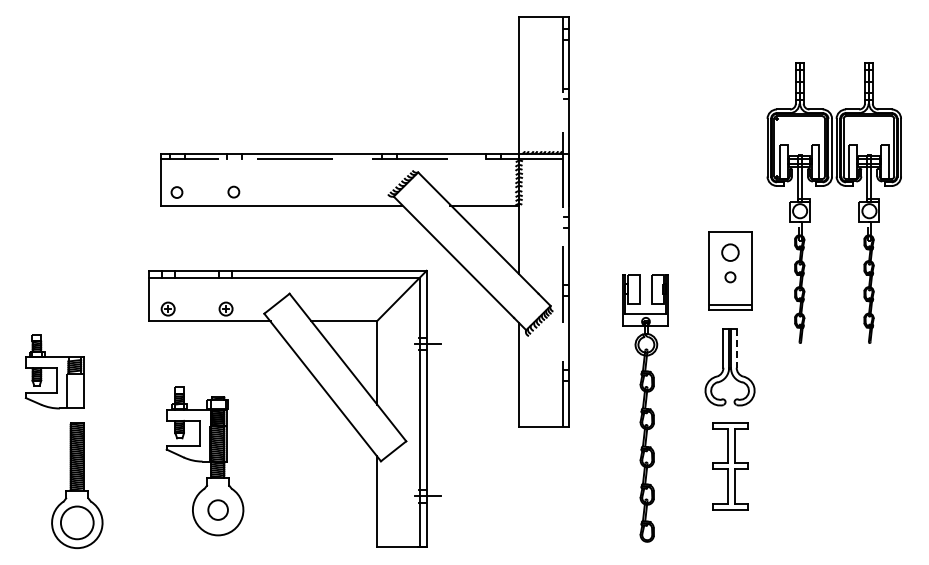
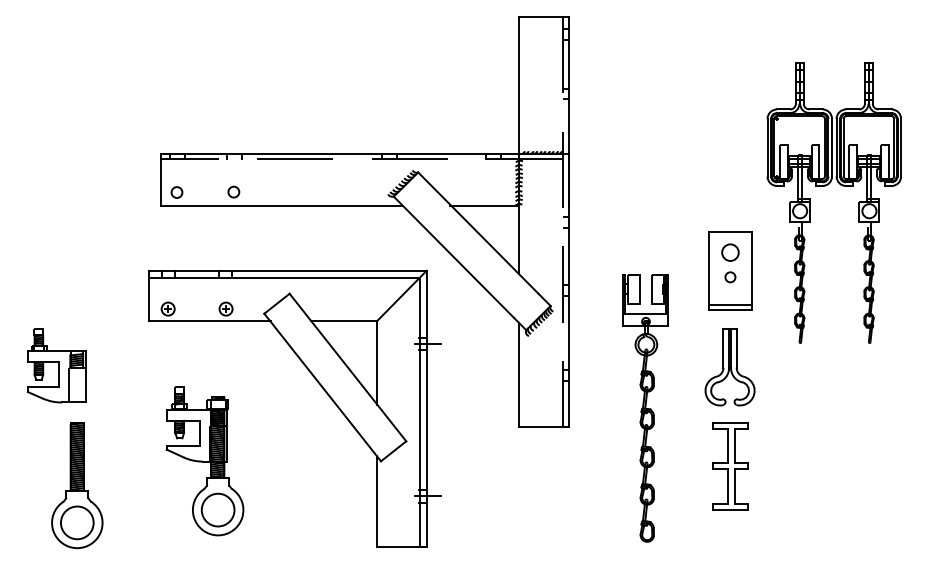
line at (736, 348): dashed -> solid
part at (54, 371) position: (54, 371) -> (56, 365)
circle at (217, 509) diameter: 20 px -> 33 px
